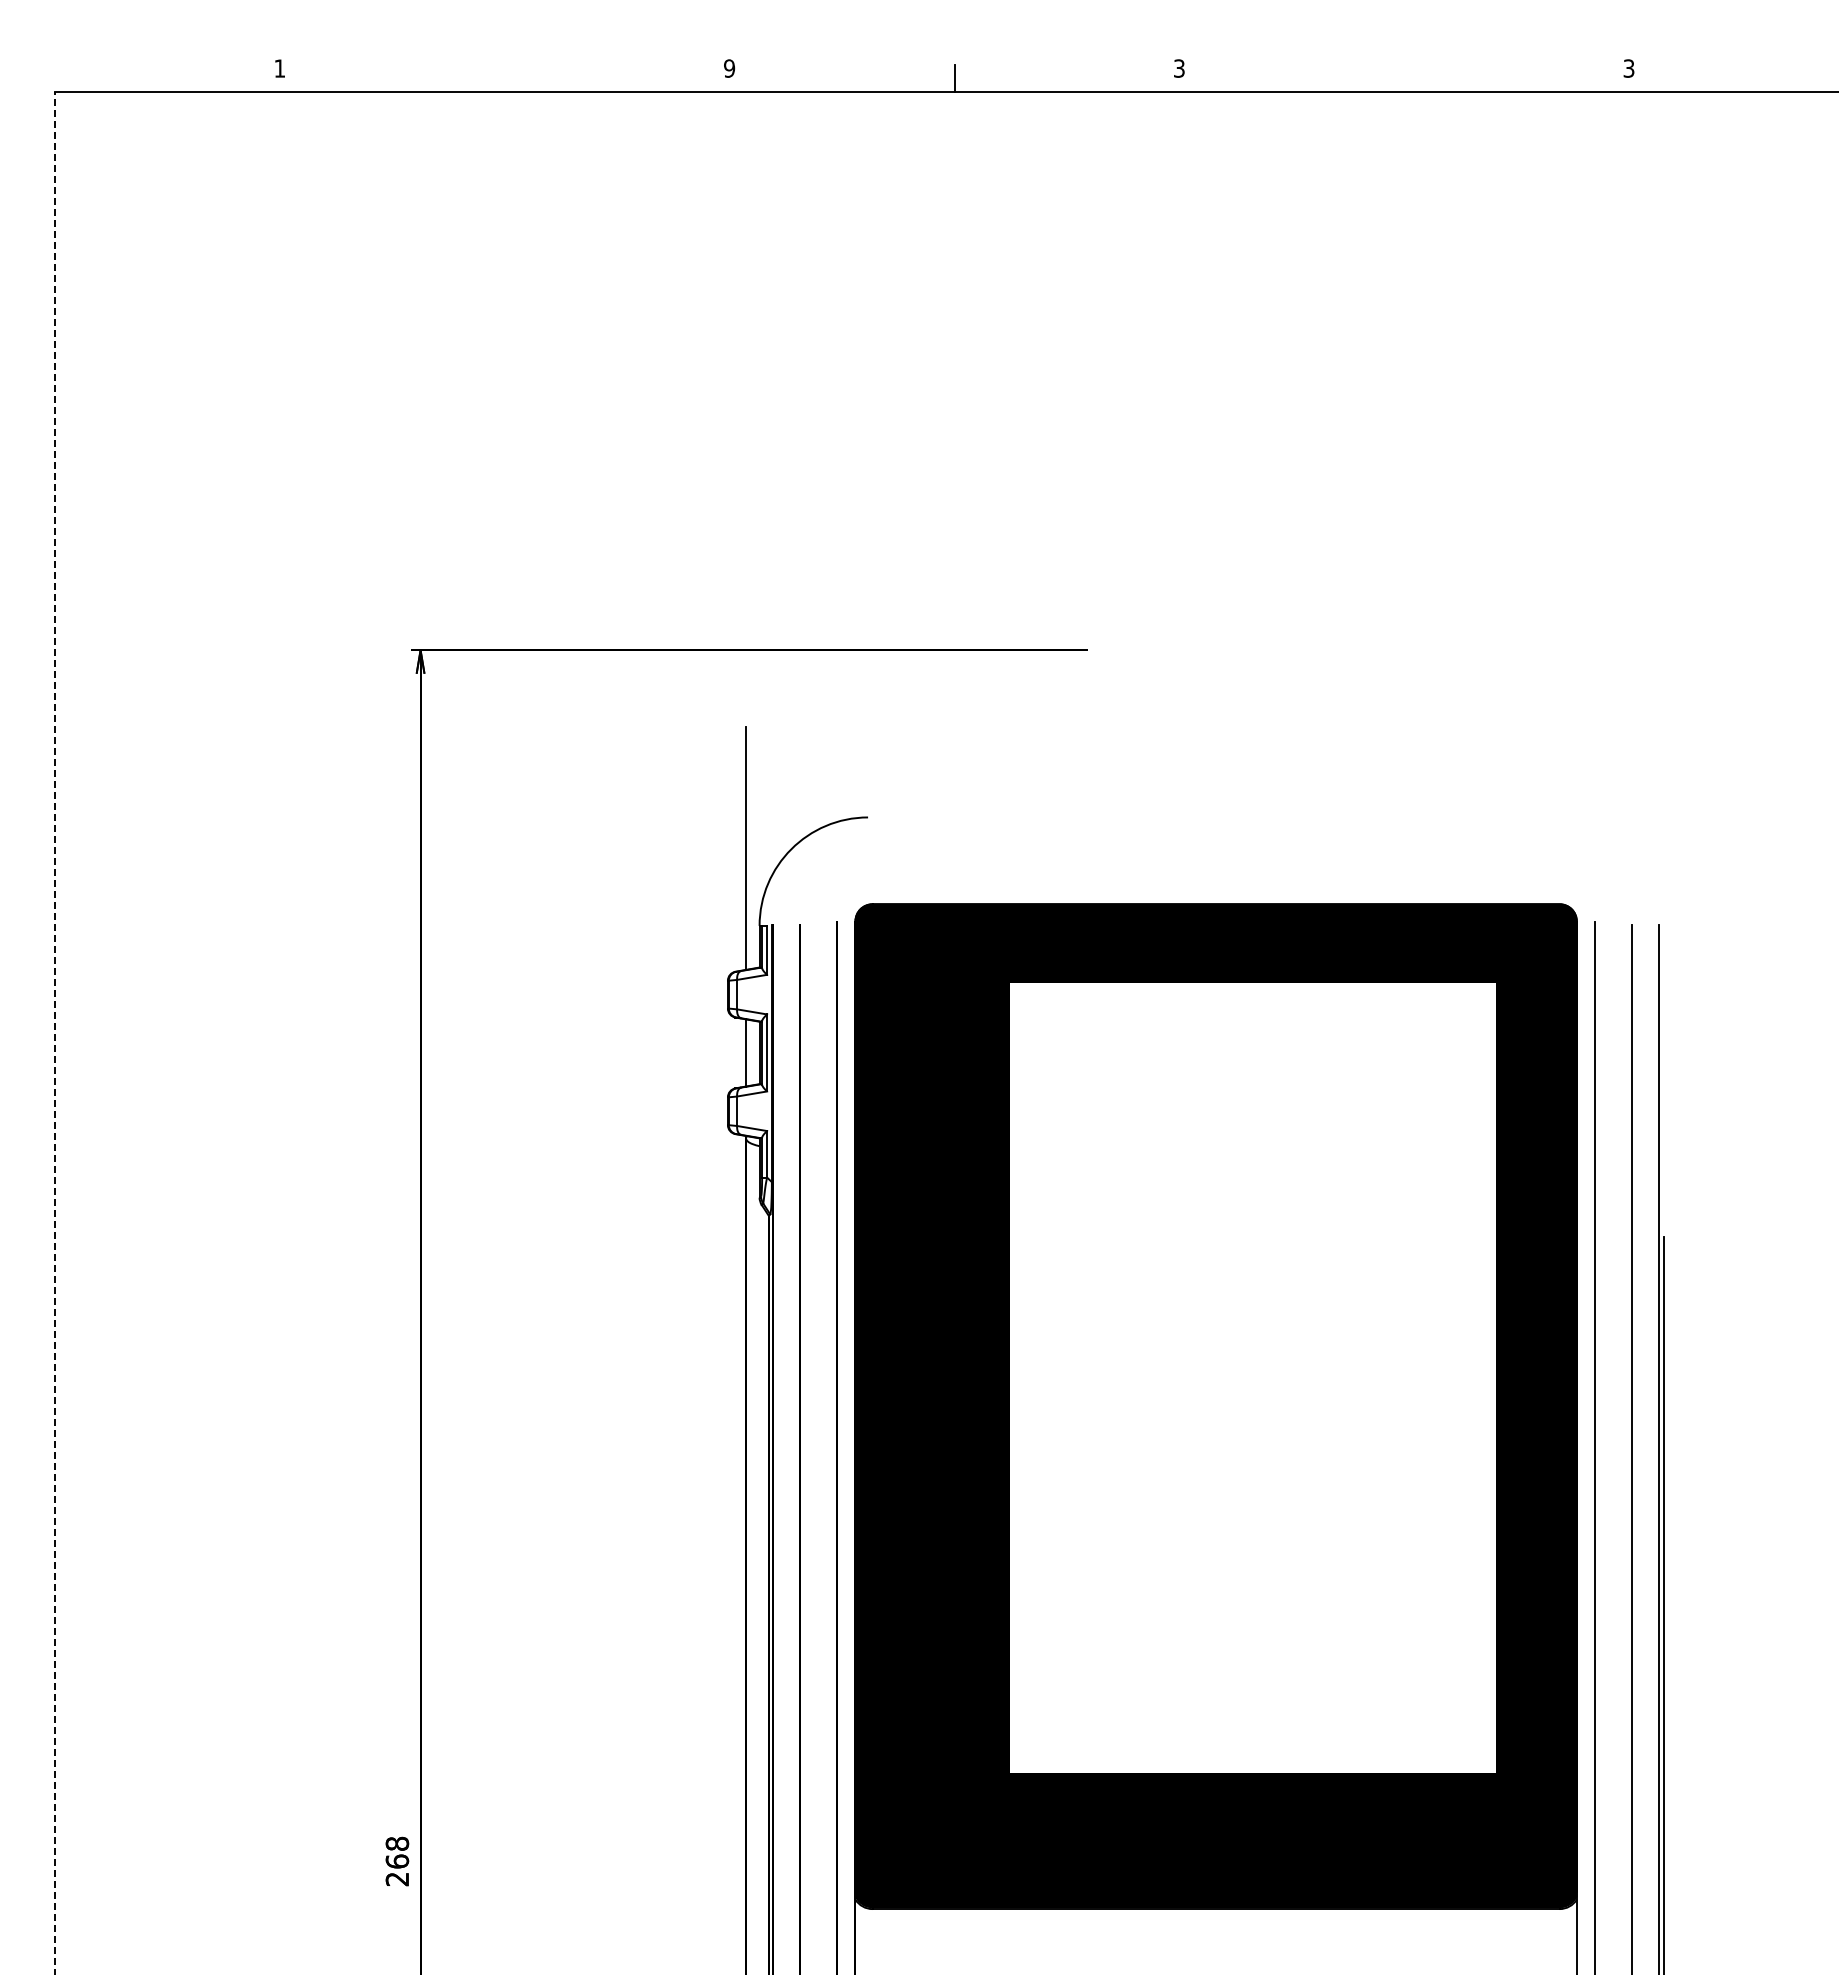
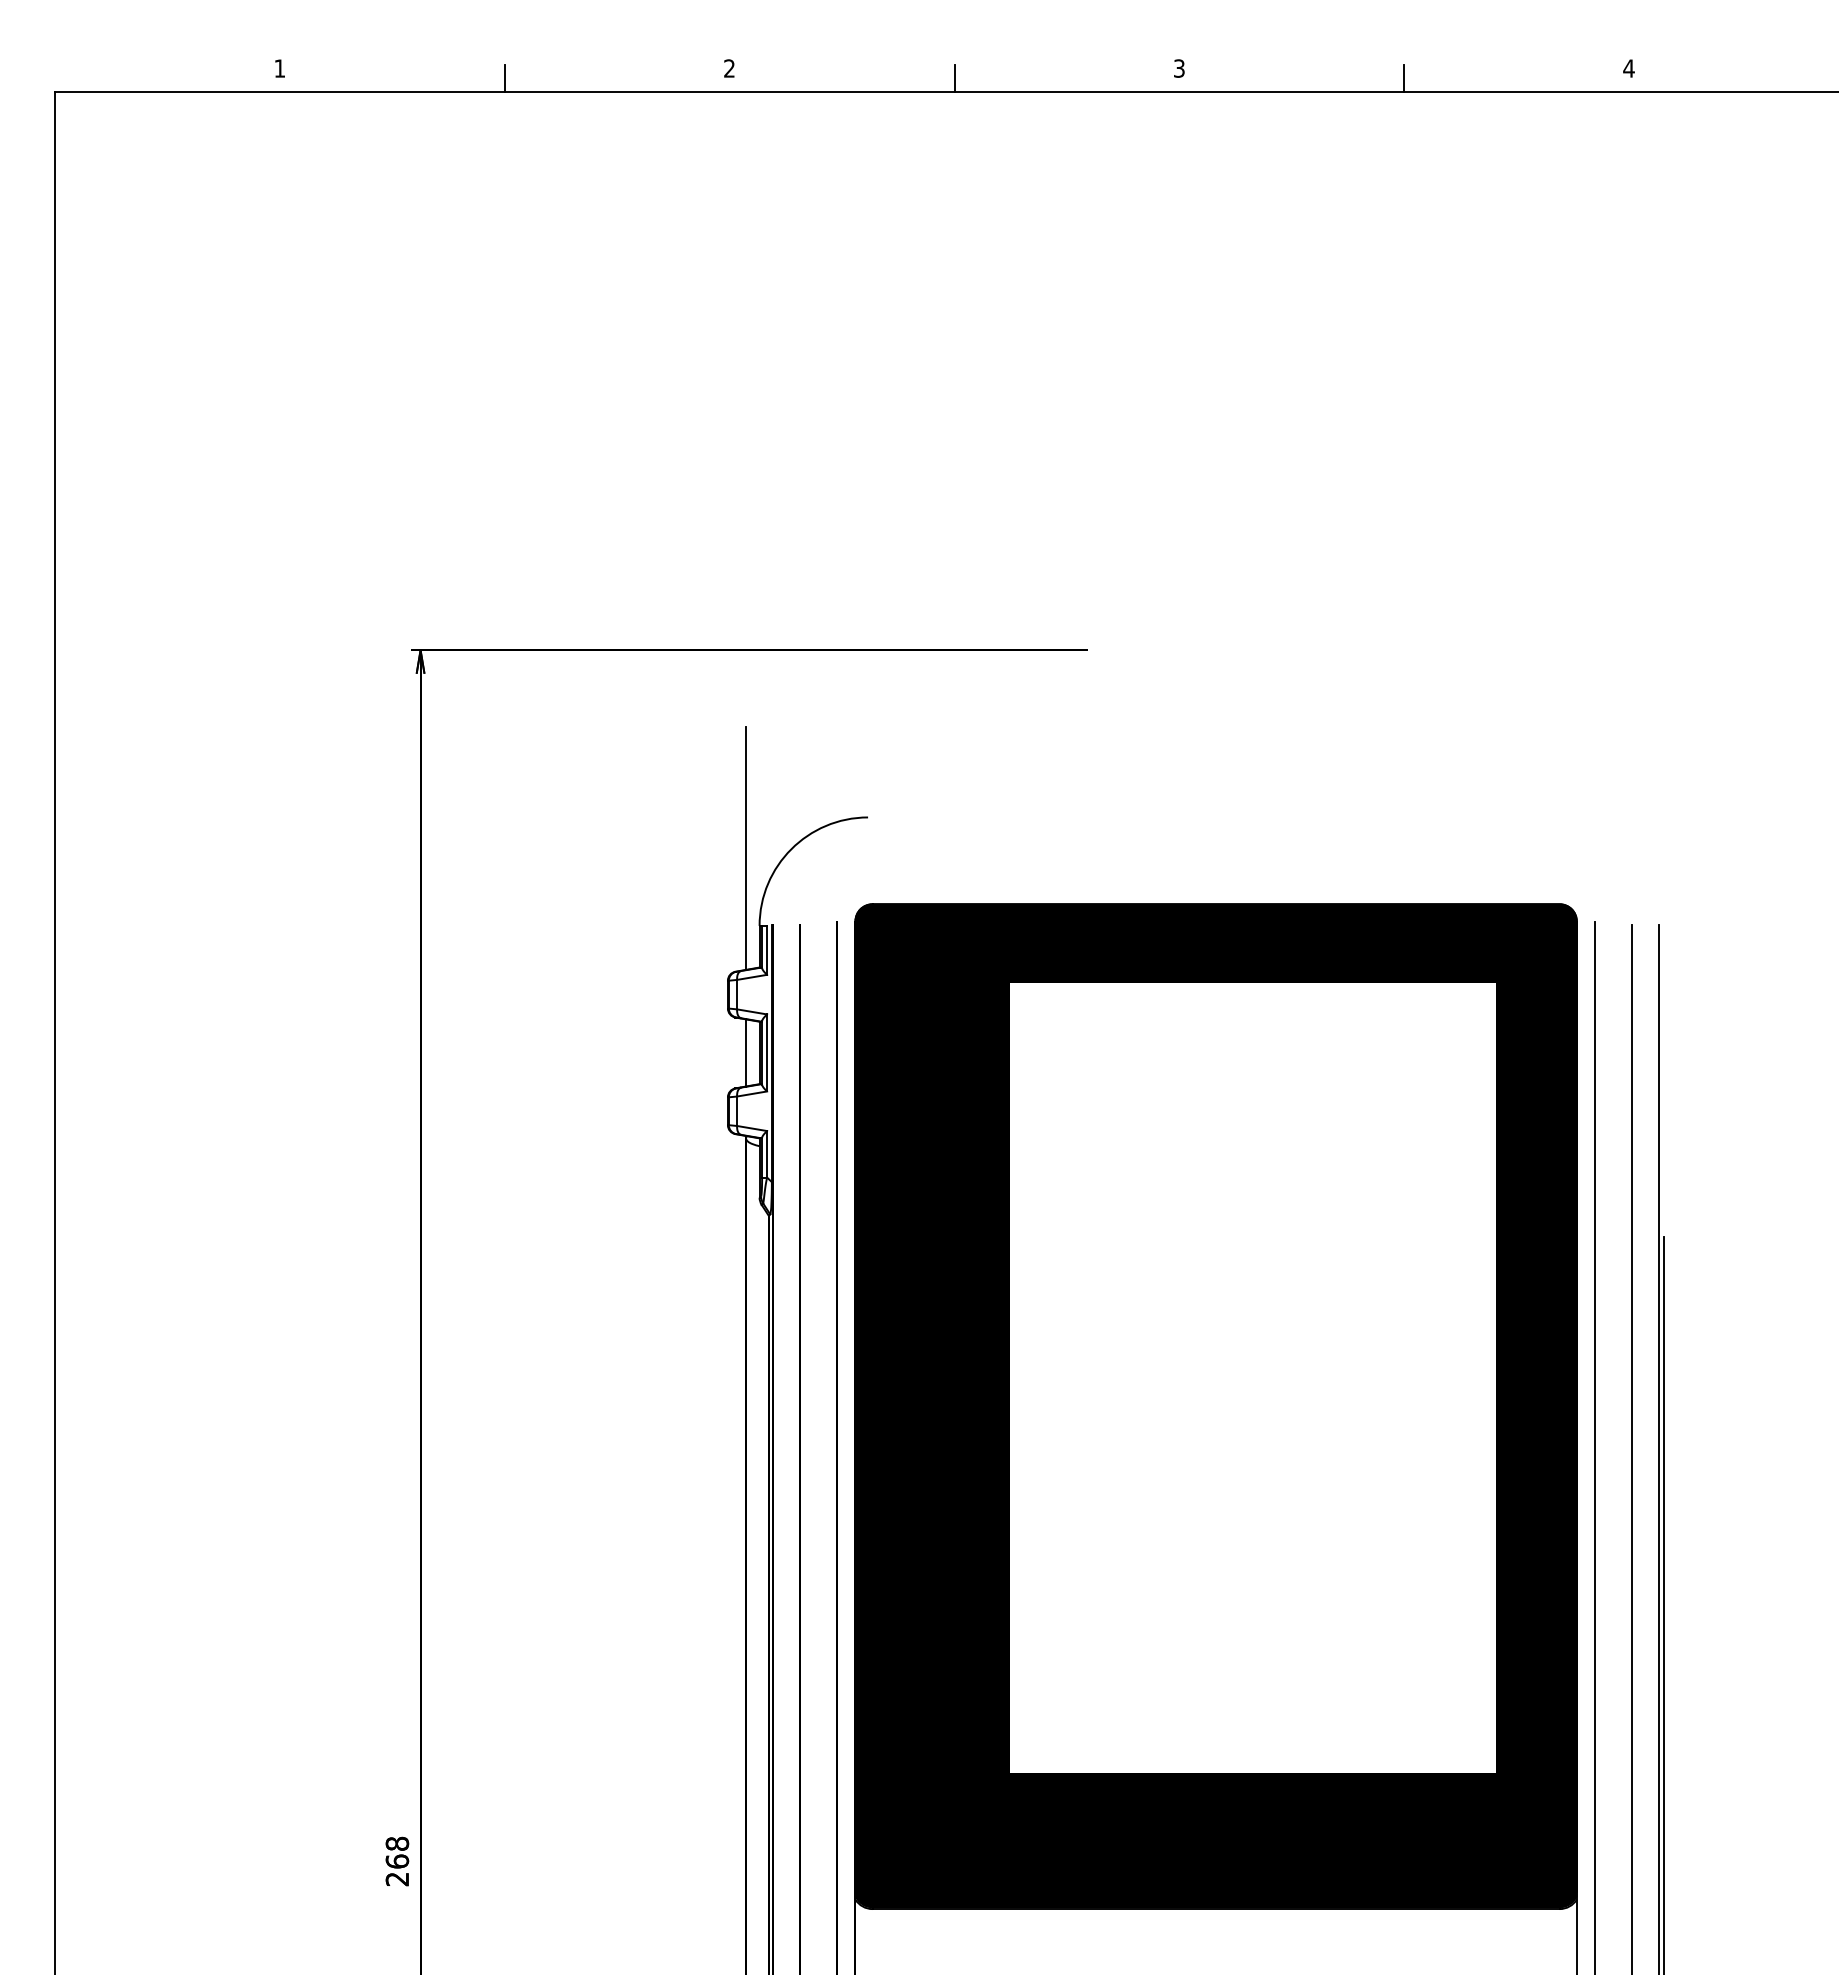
text at (729, 68): 9 -> 2
text at (1628, 68): 3 -> 4
line at (504, 77): none -> present
line at (1404, 77): none -> present
line at (55, 1032): dashed -> solid
